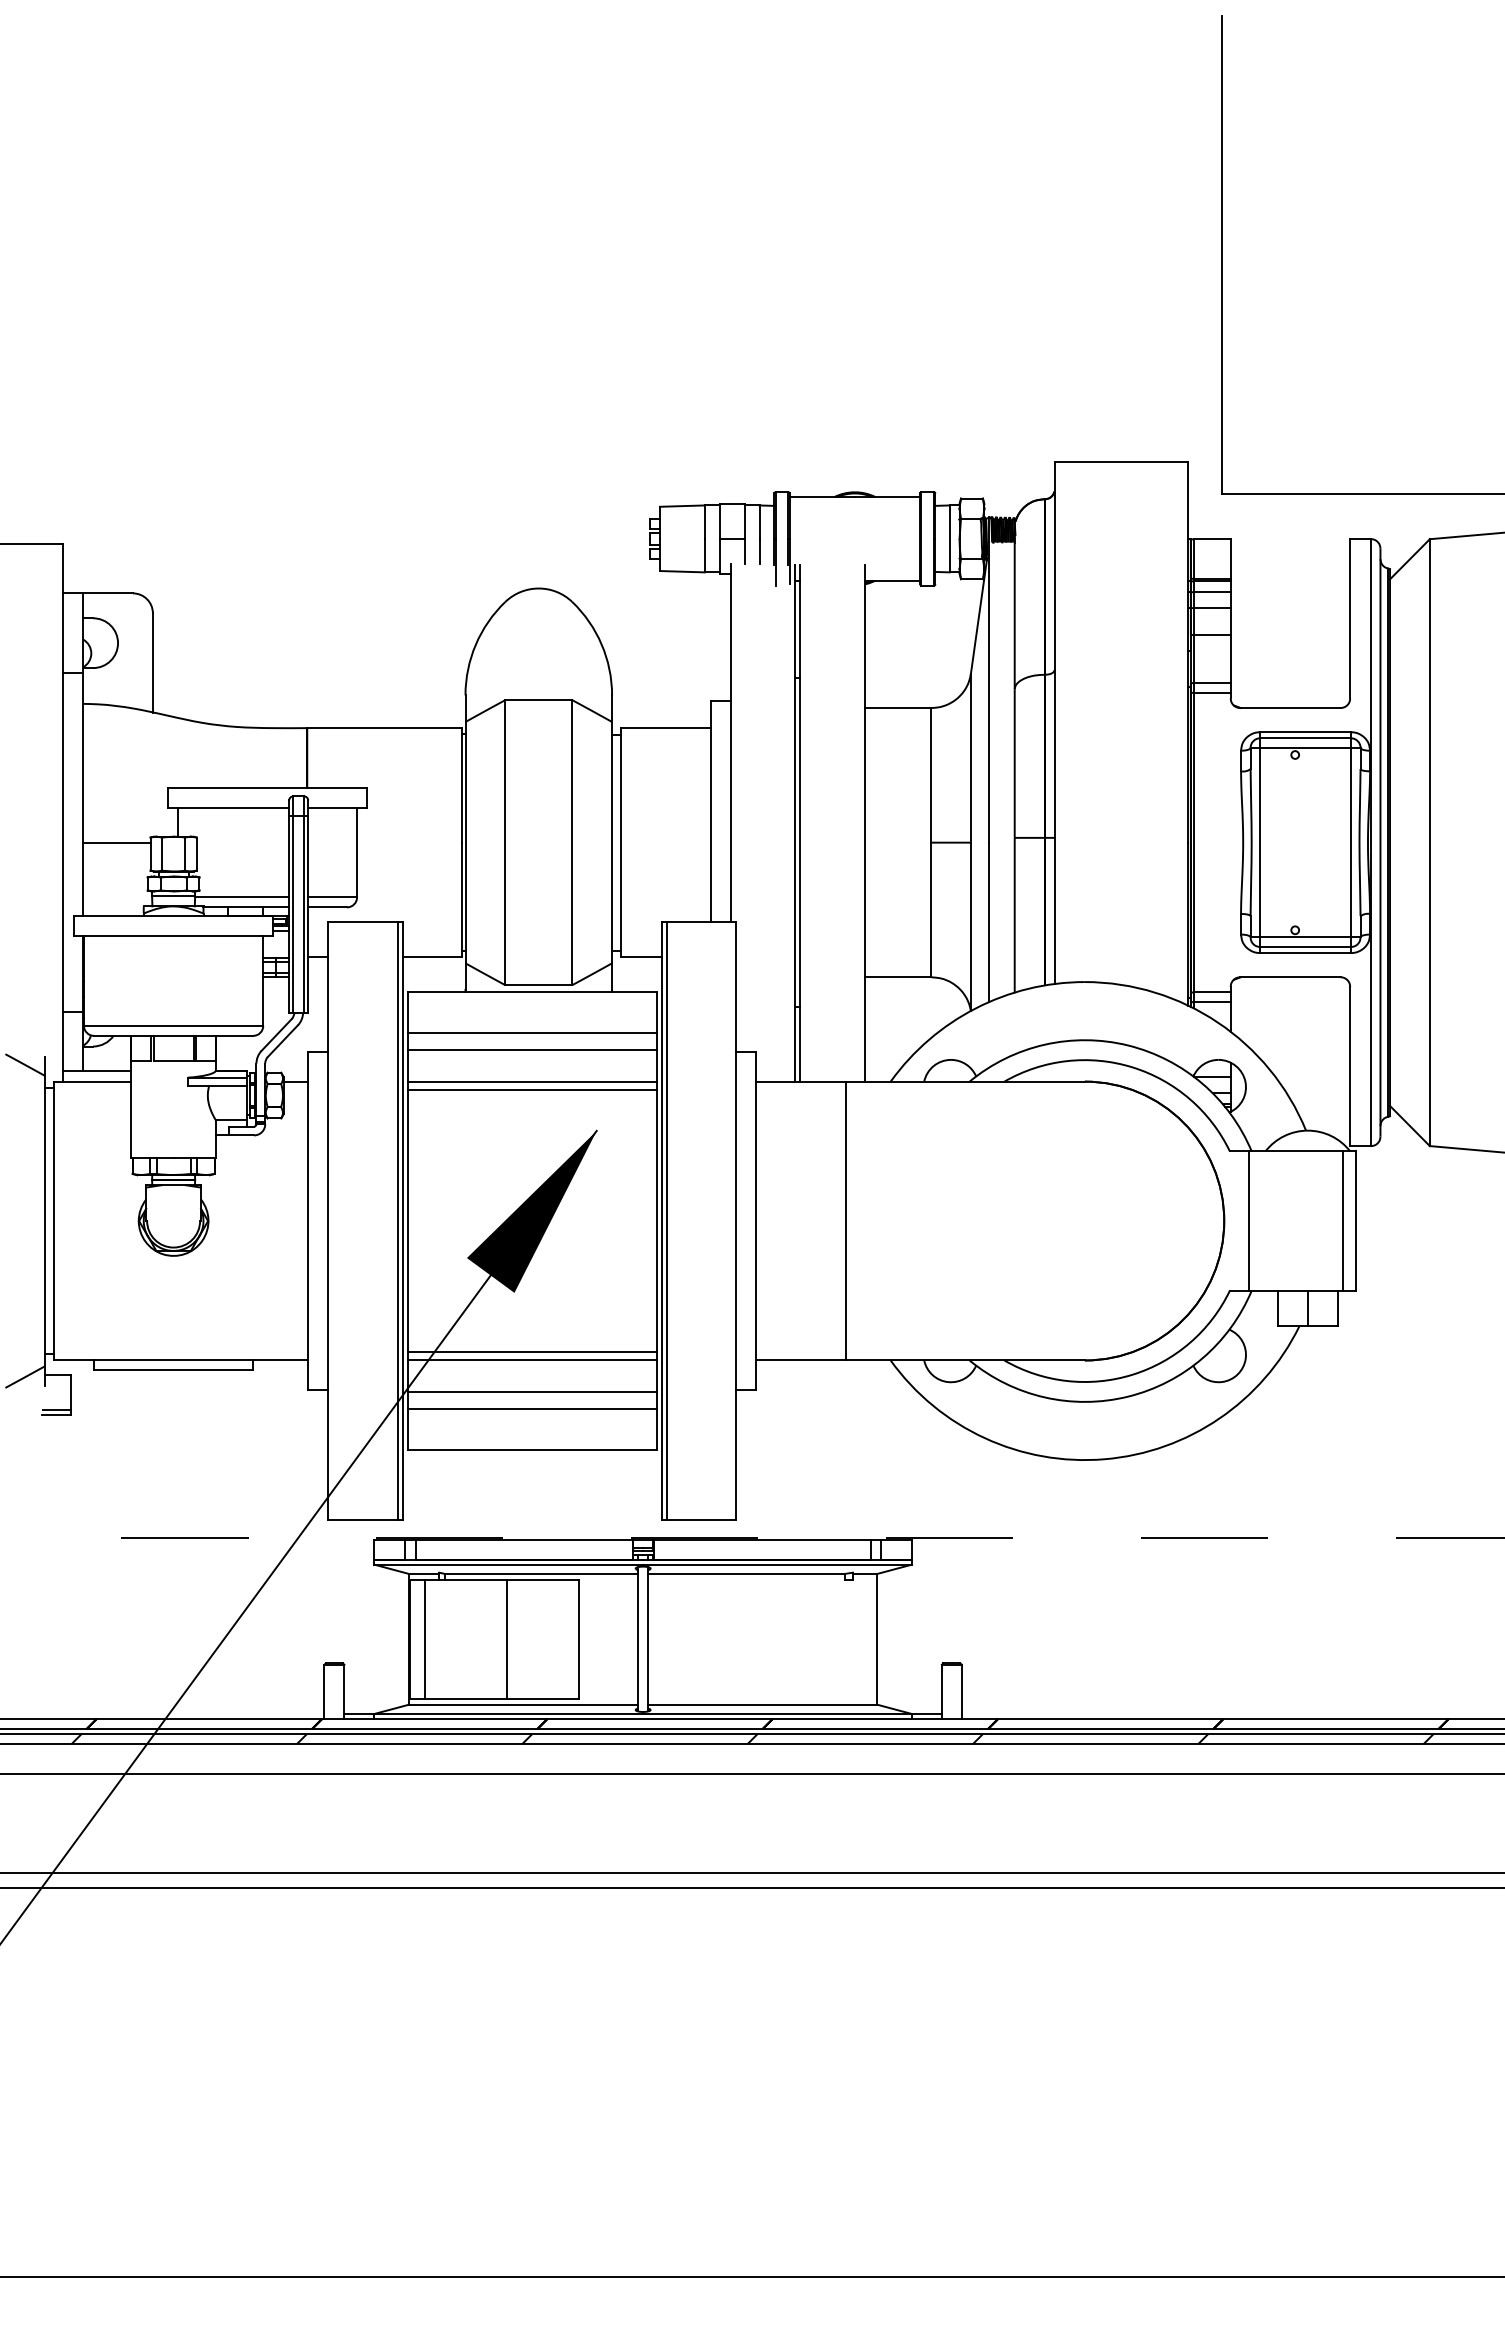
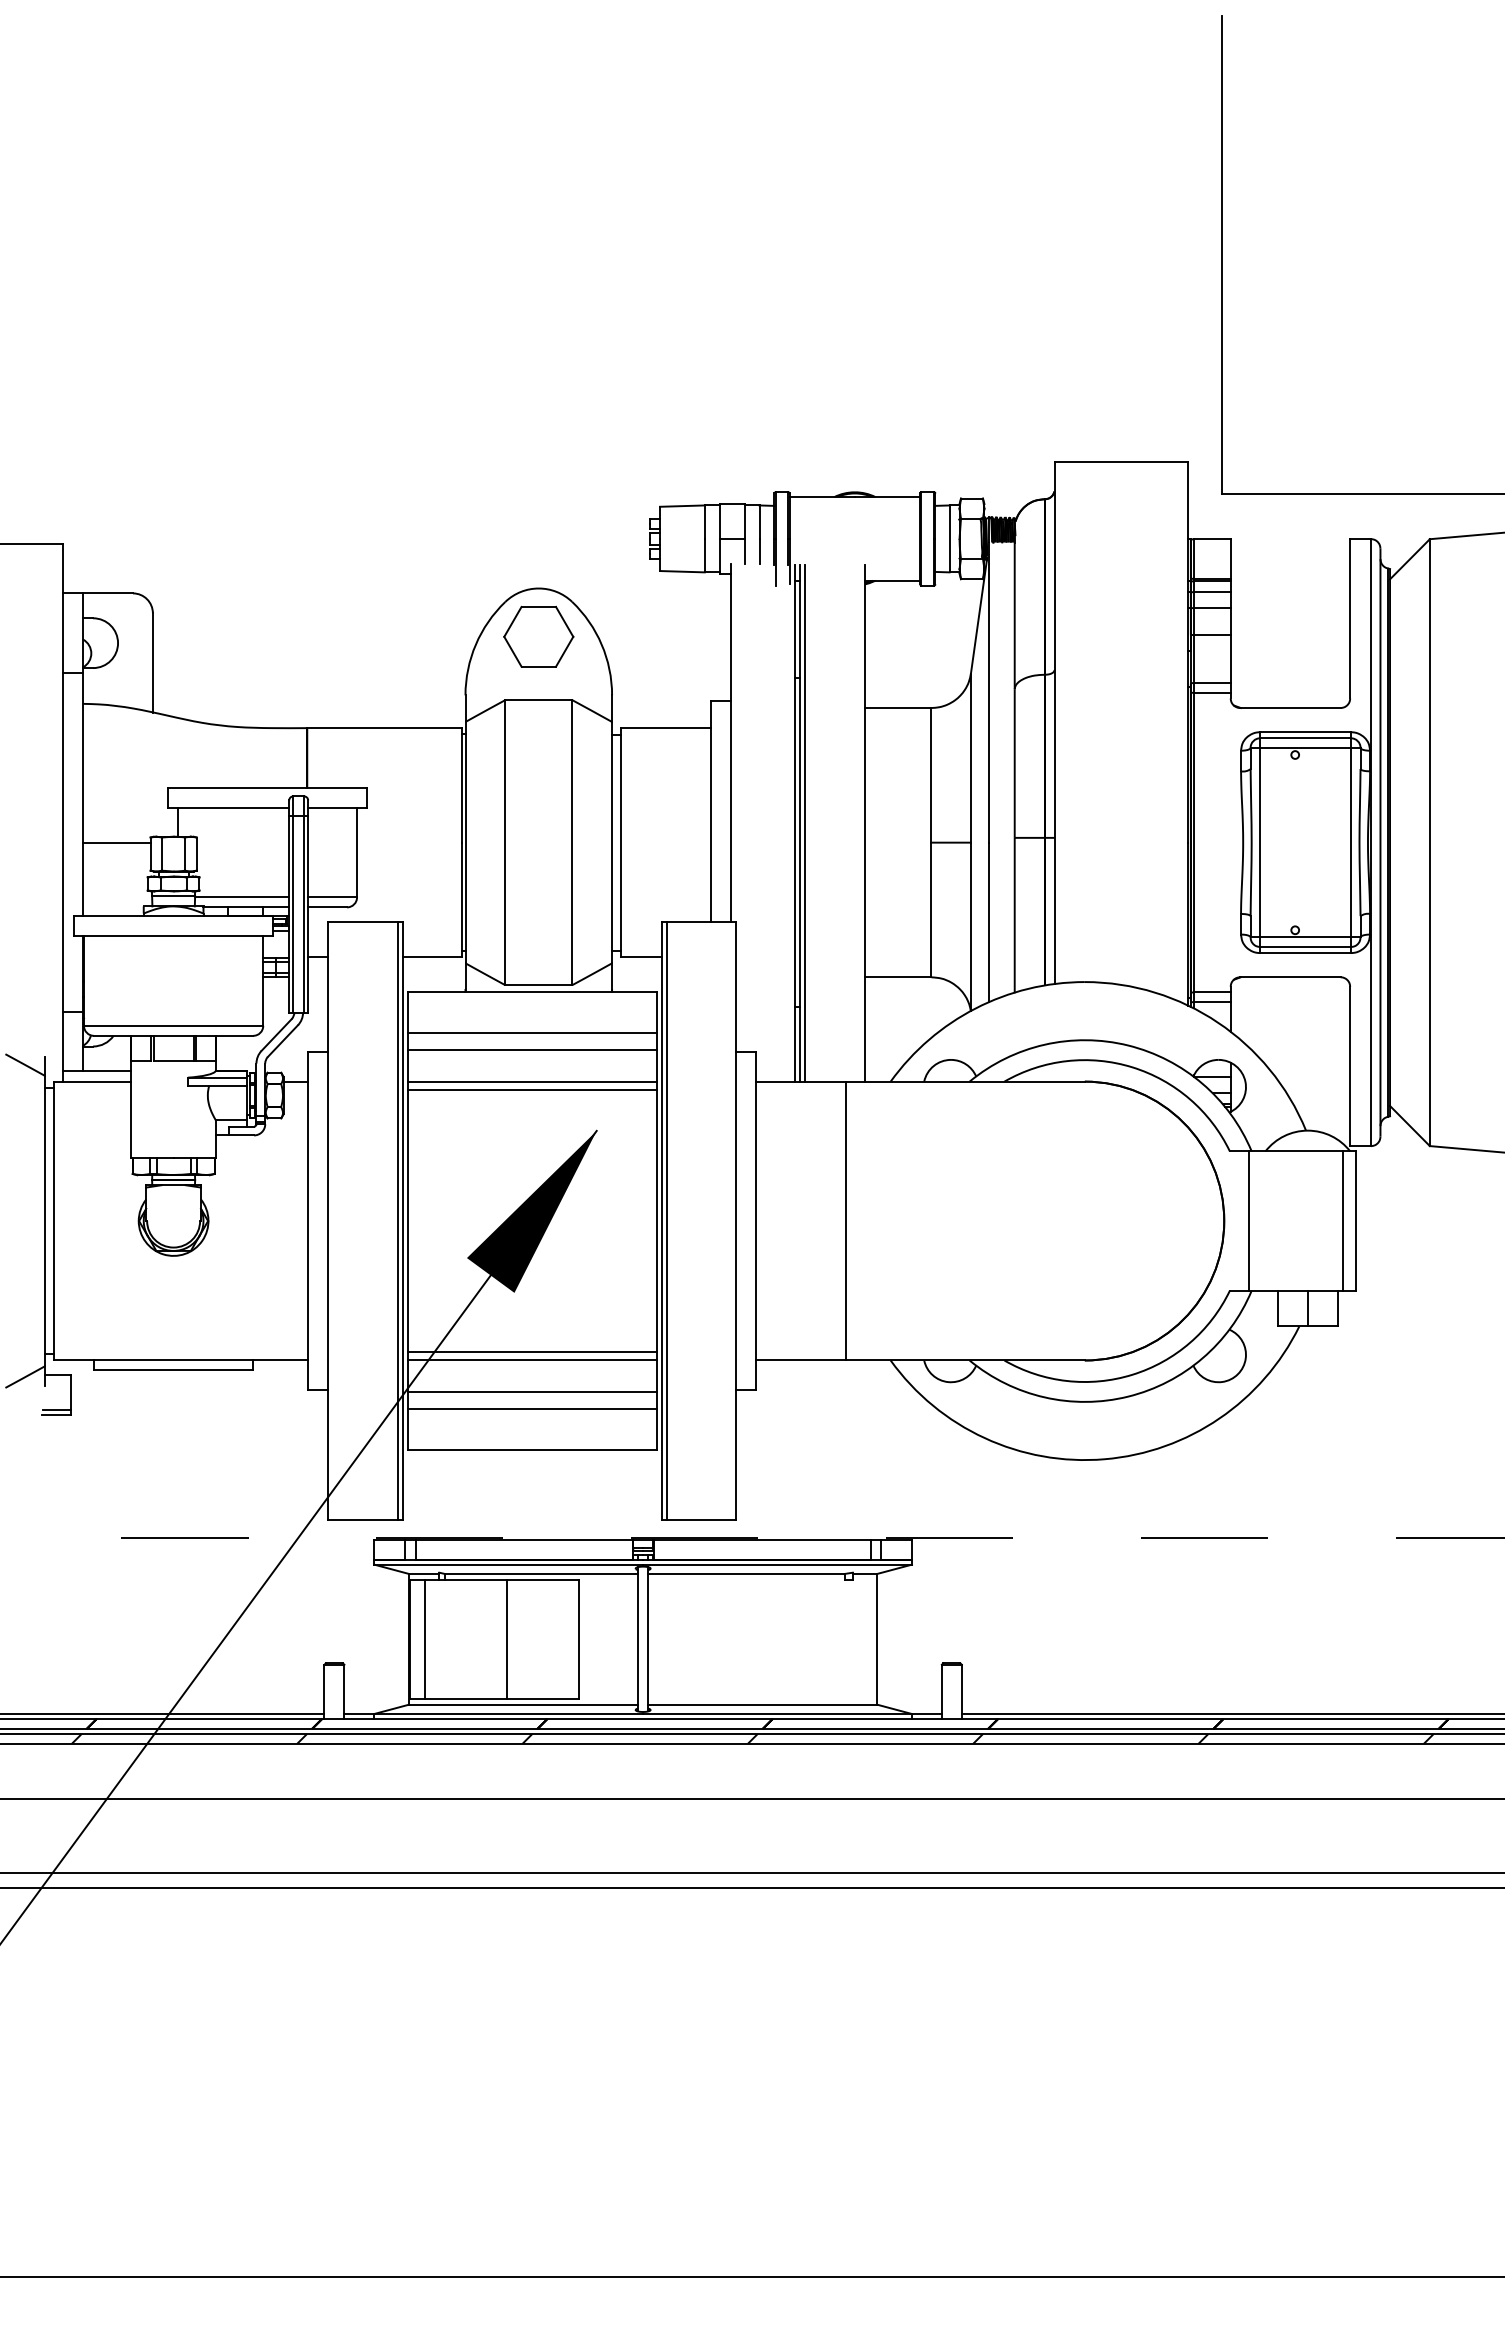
part at (538, 636): none -> present
line at (805, 822): none -> present
line at (163, 1714): none -> present
line at (1231, 1714): none -> present
line at (751, 1773) position: (751, 1773) -> (751, 1798)
